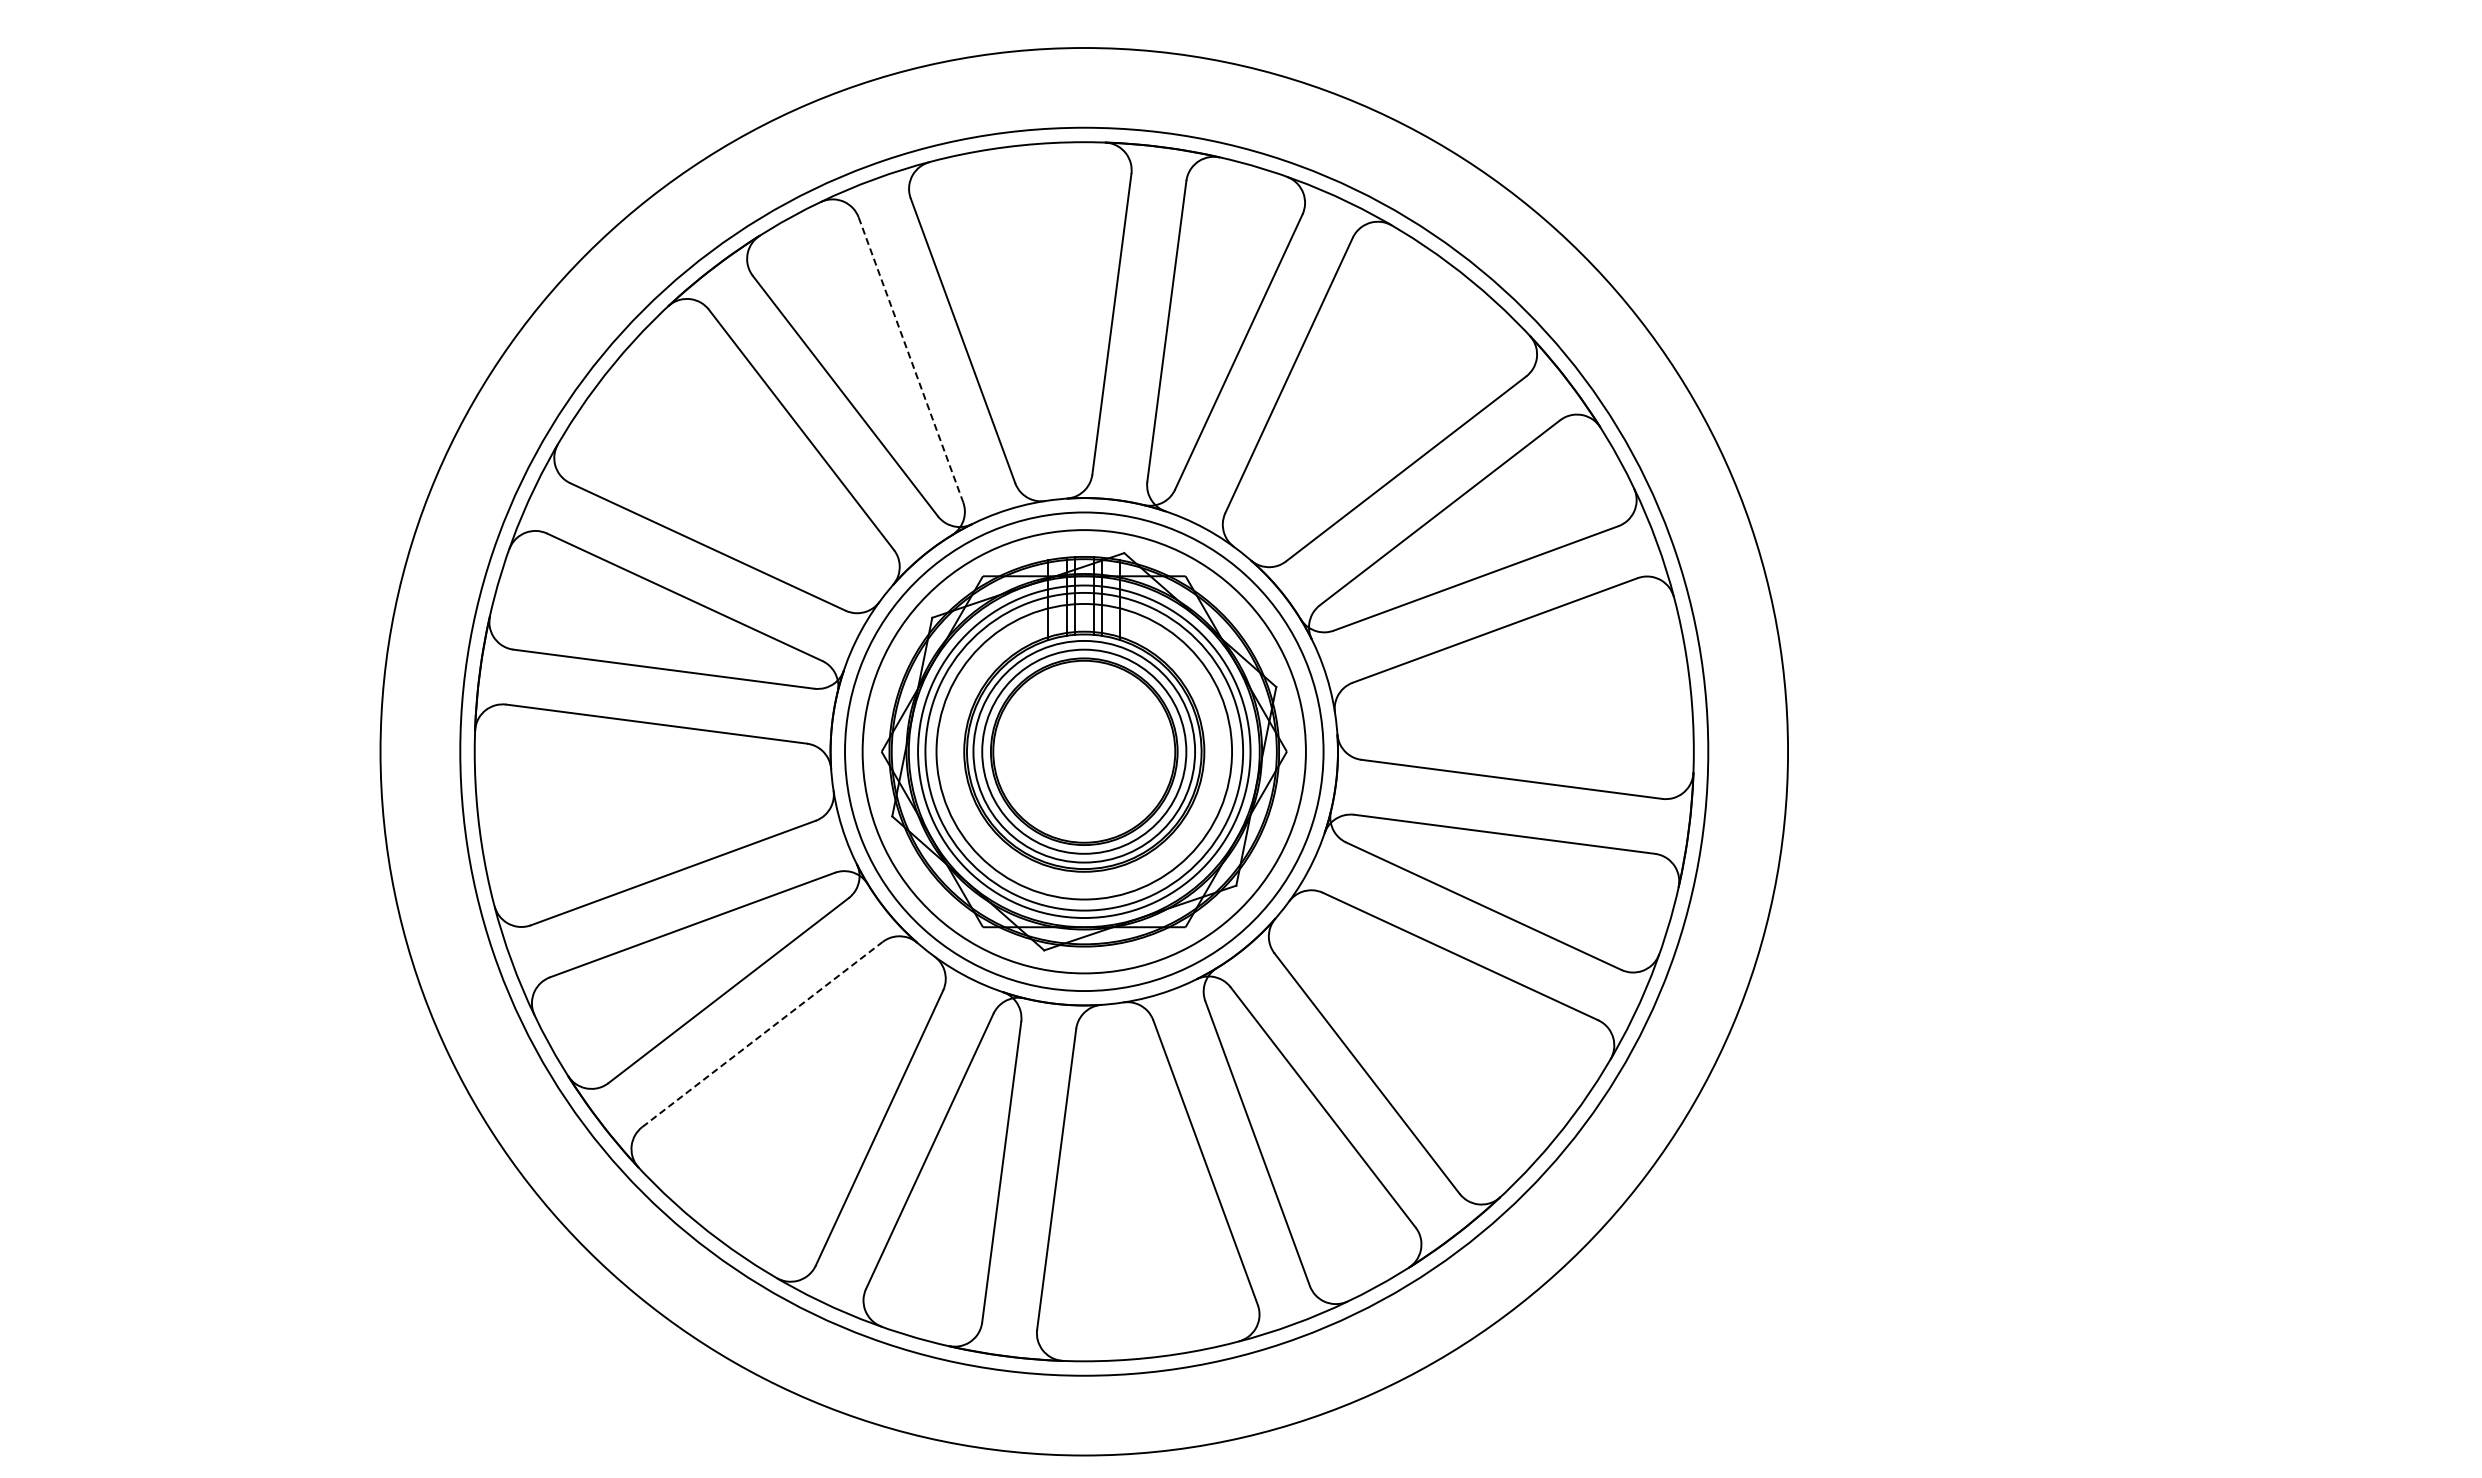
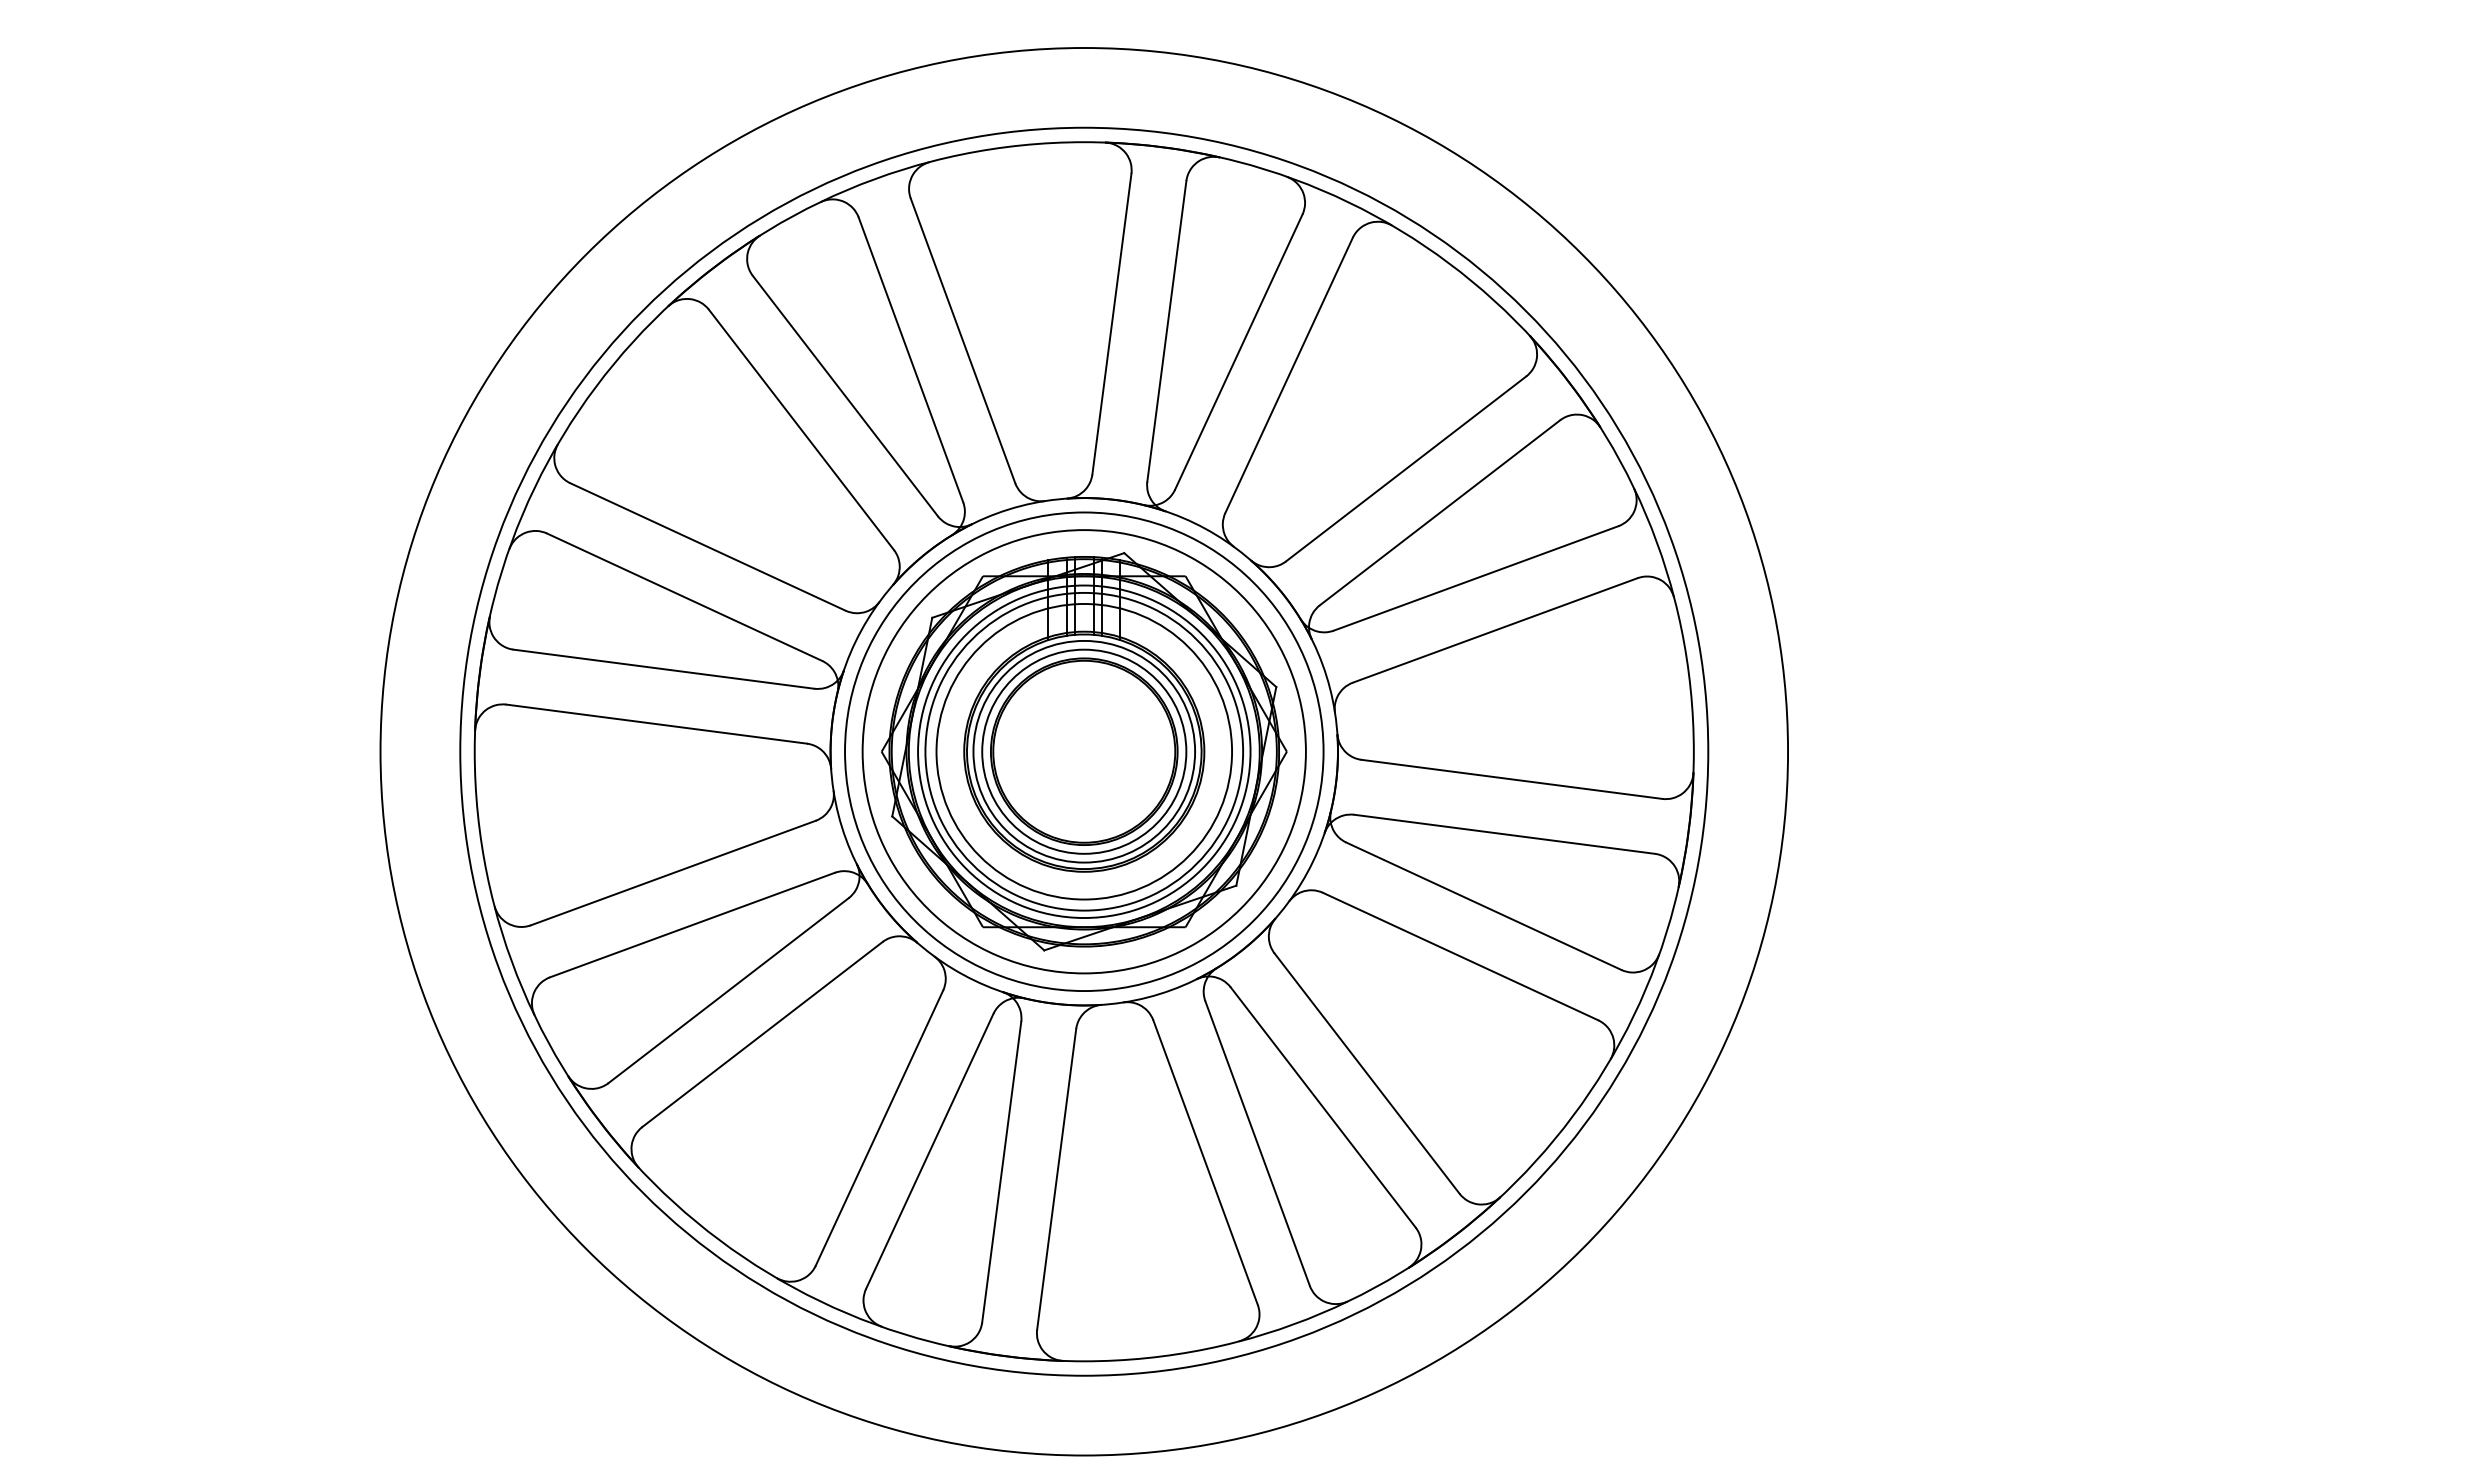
line at (910, 359): dashed -> solid
line at (762, 1034): dashed -> solid
